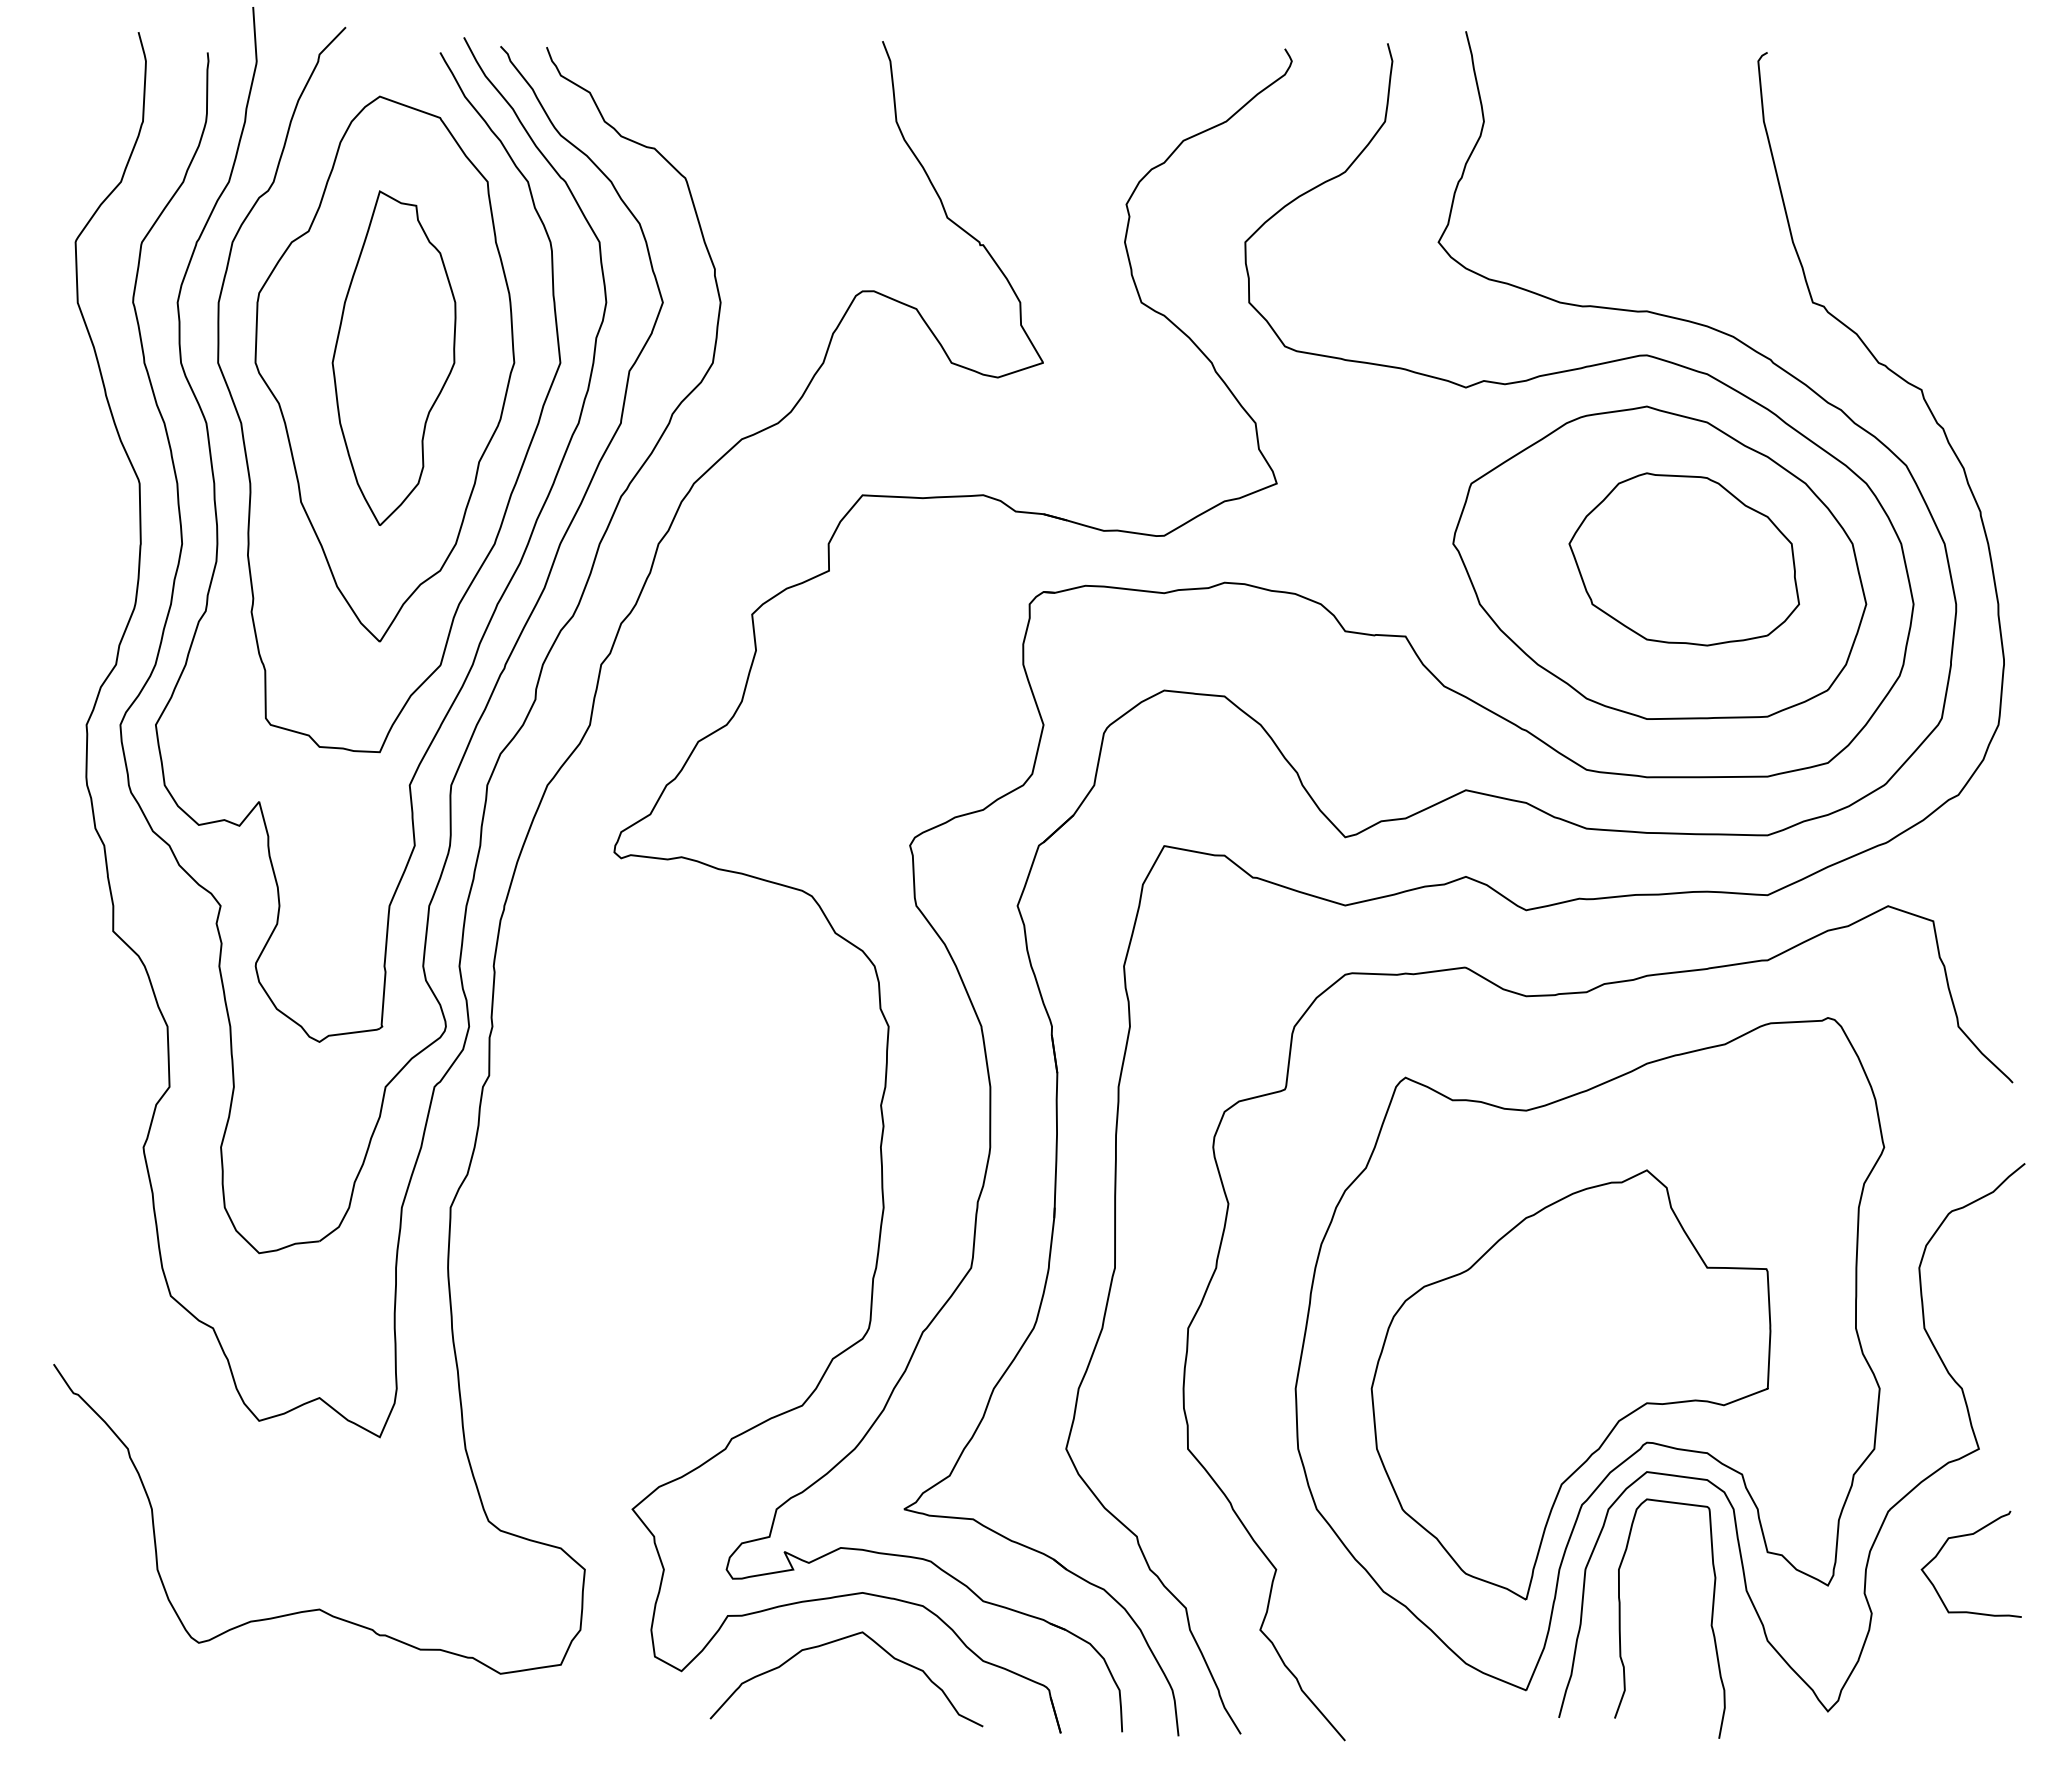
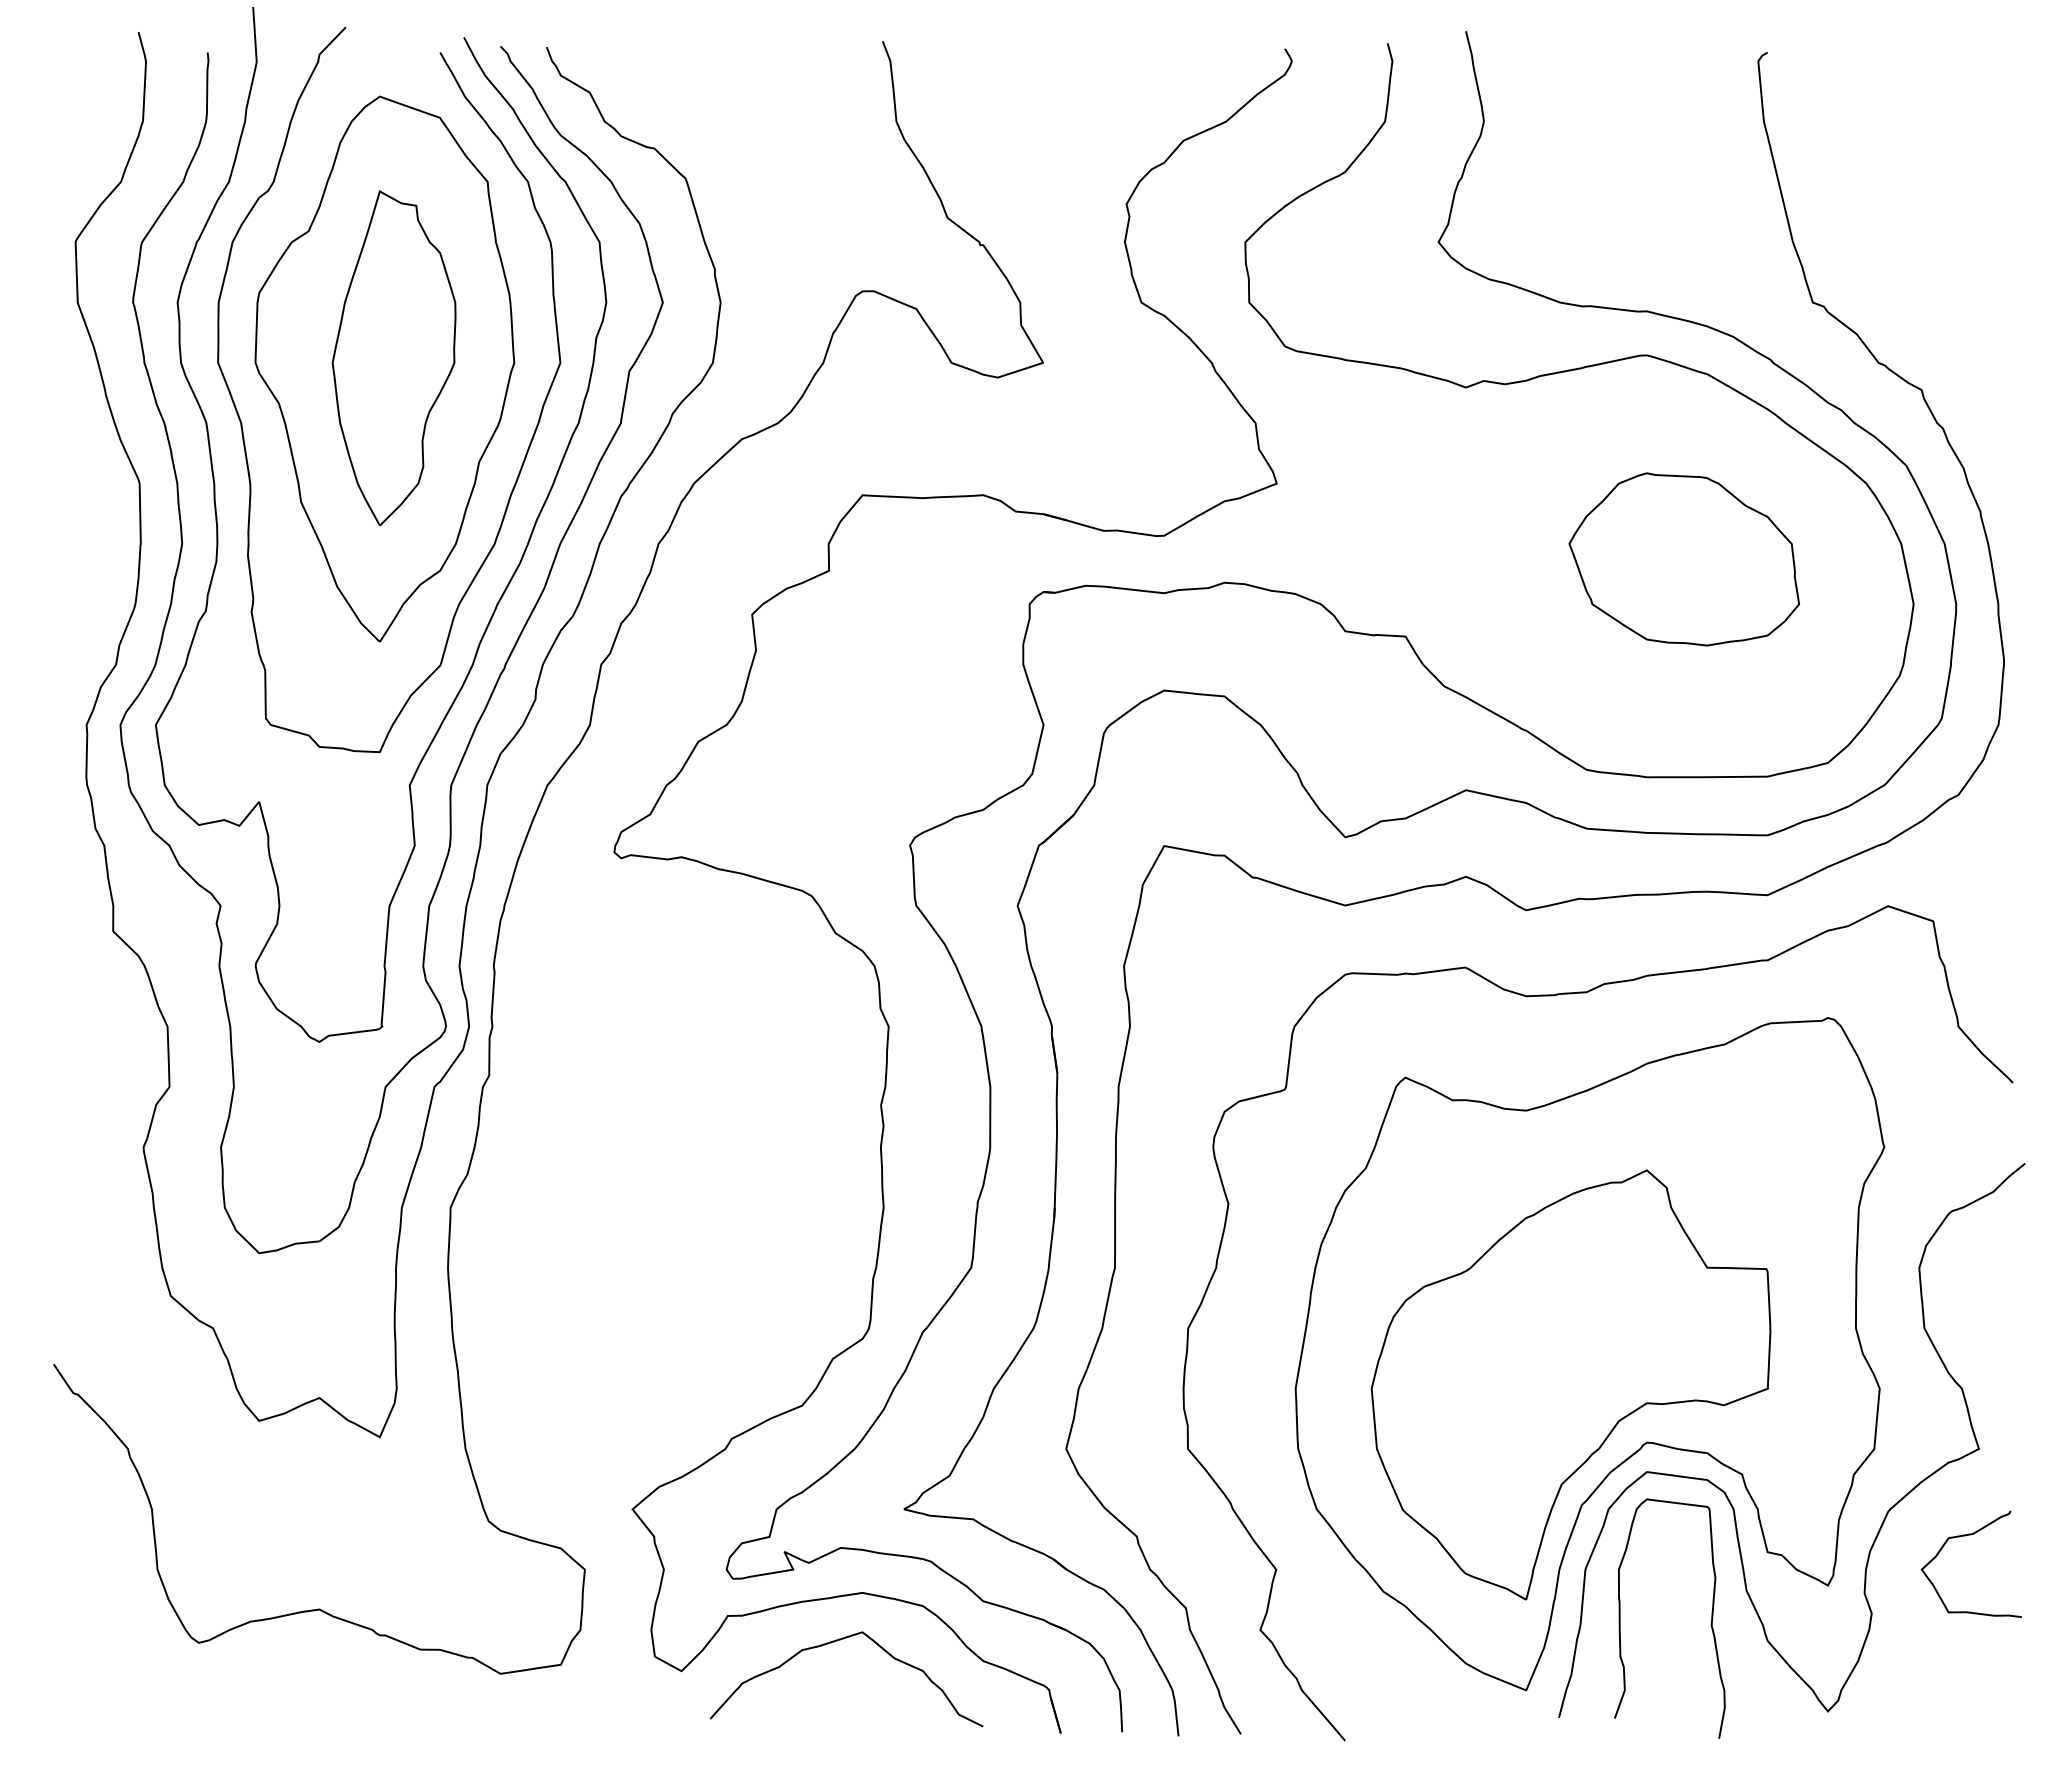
part at (1659, 562): present -> none
